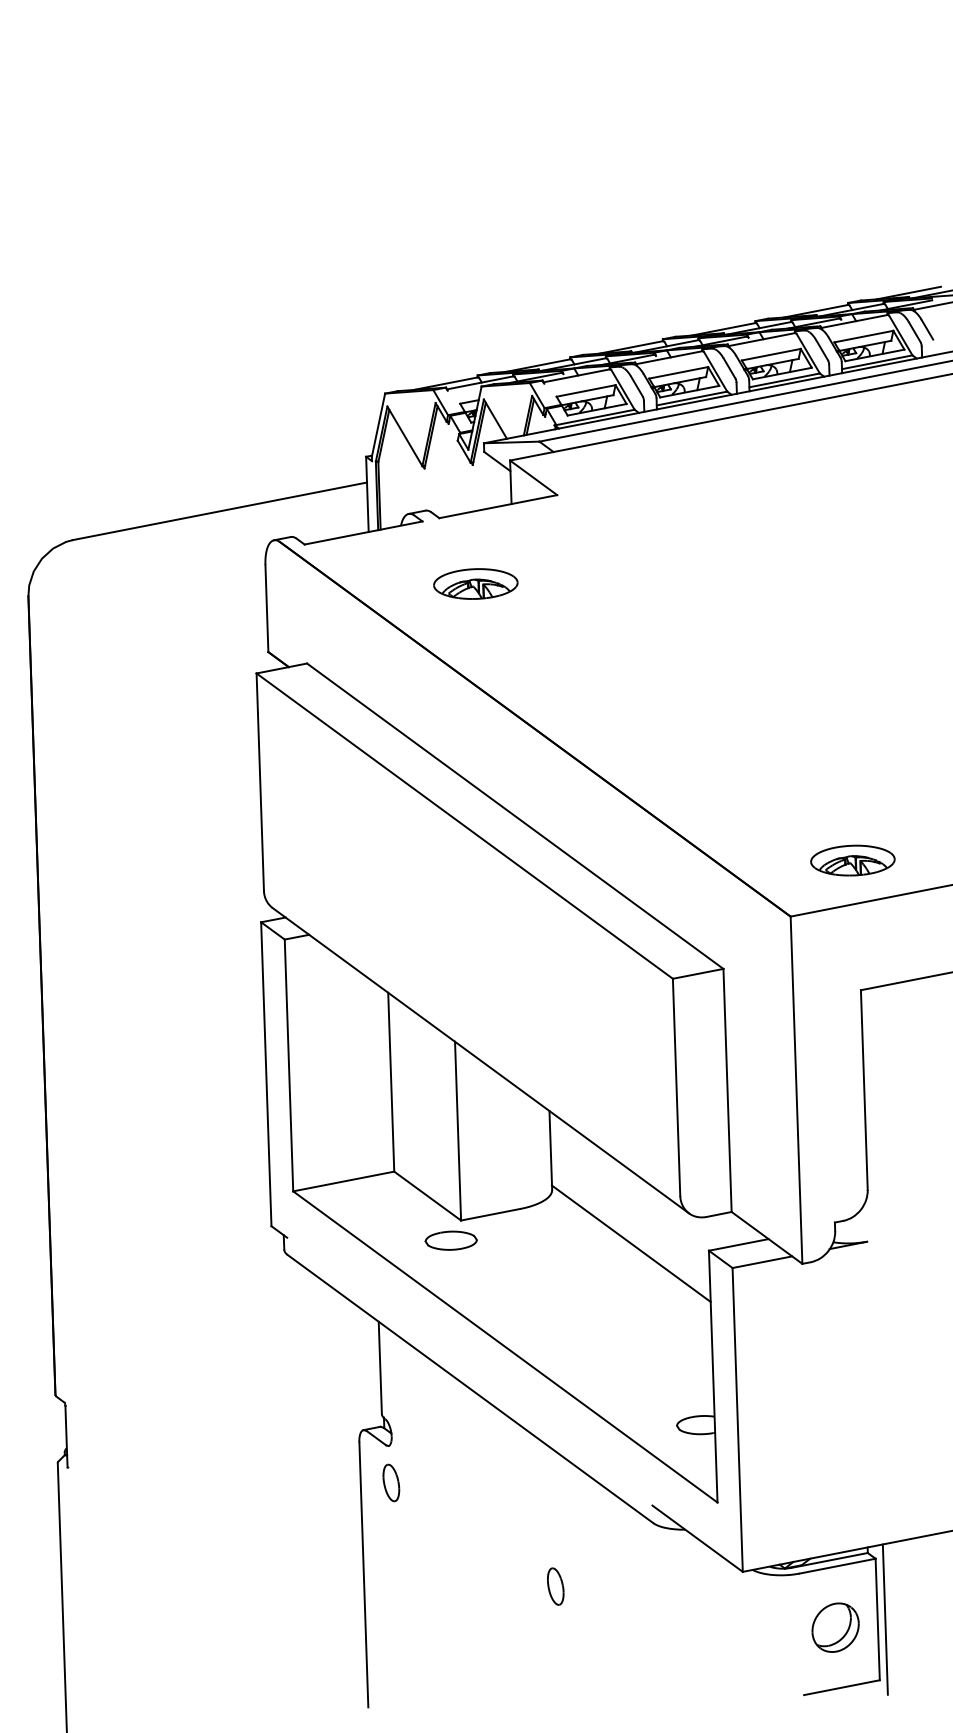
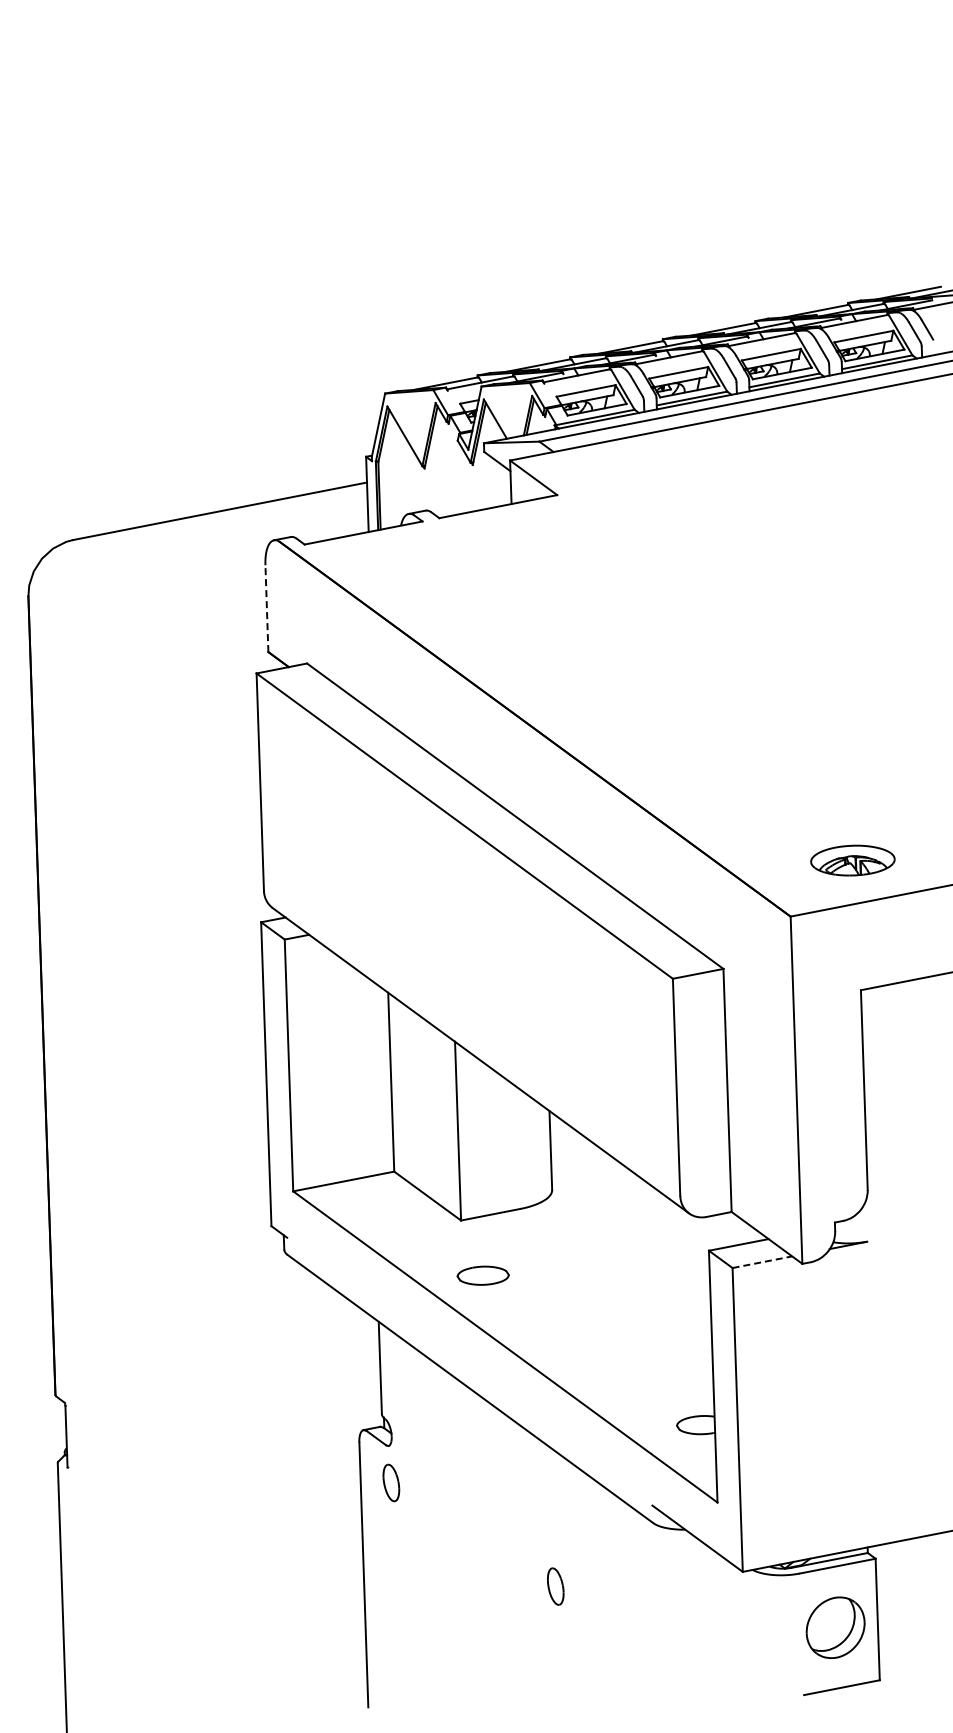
part at (475, 583): present -> none
line at (266, 608): solid -> dashed
part at (450, 1240) position: (450, 1240) -> (482, 1275)
line at (630, 1243): present -> none
line at (762, 1262): solid -> dashed
line at (884, 1619): present -> none
part at (835, 1627) size: 49x51 px -> 61x63 px
